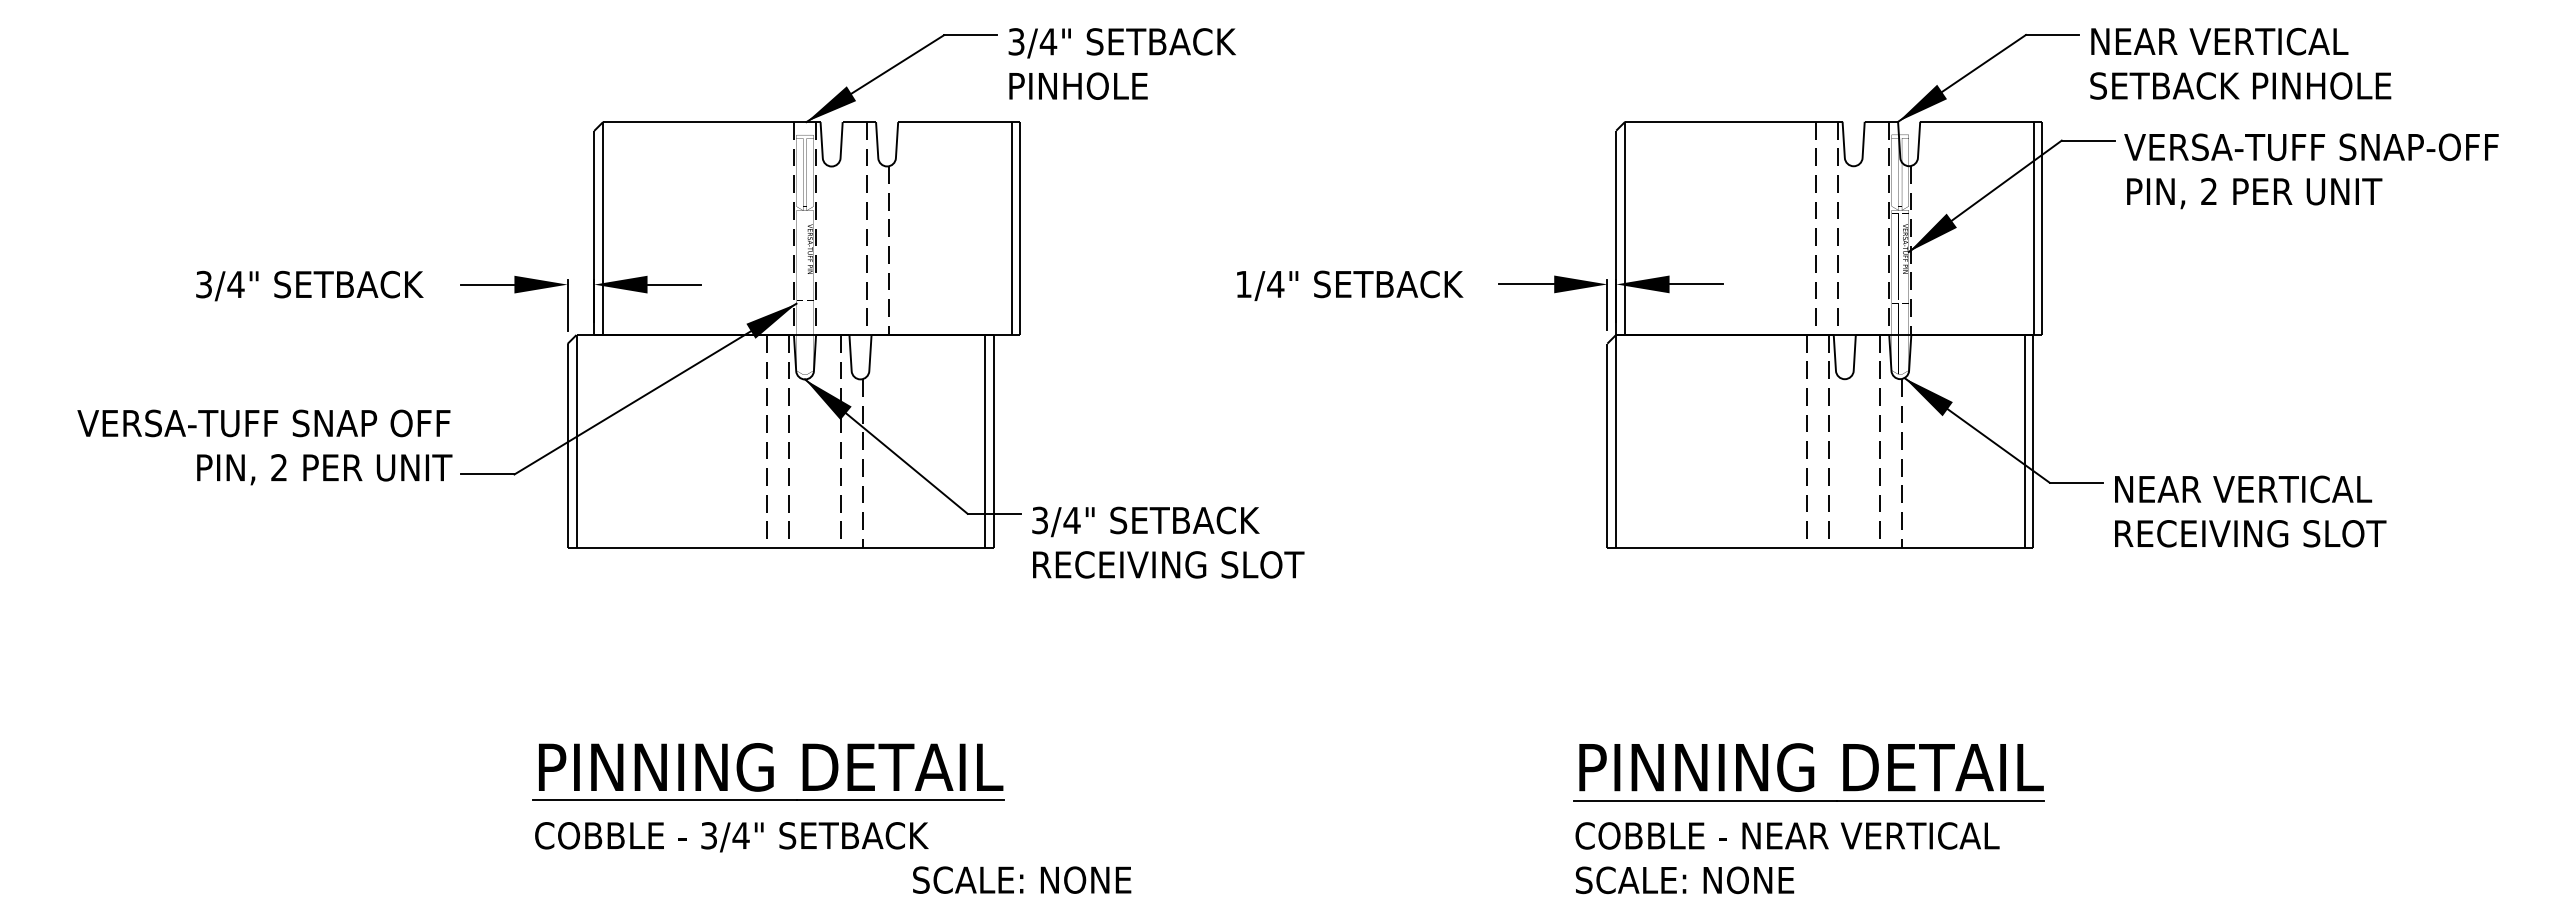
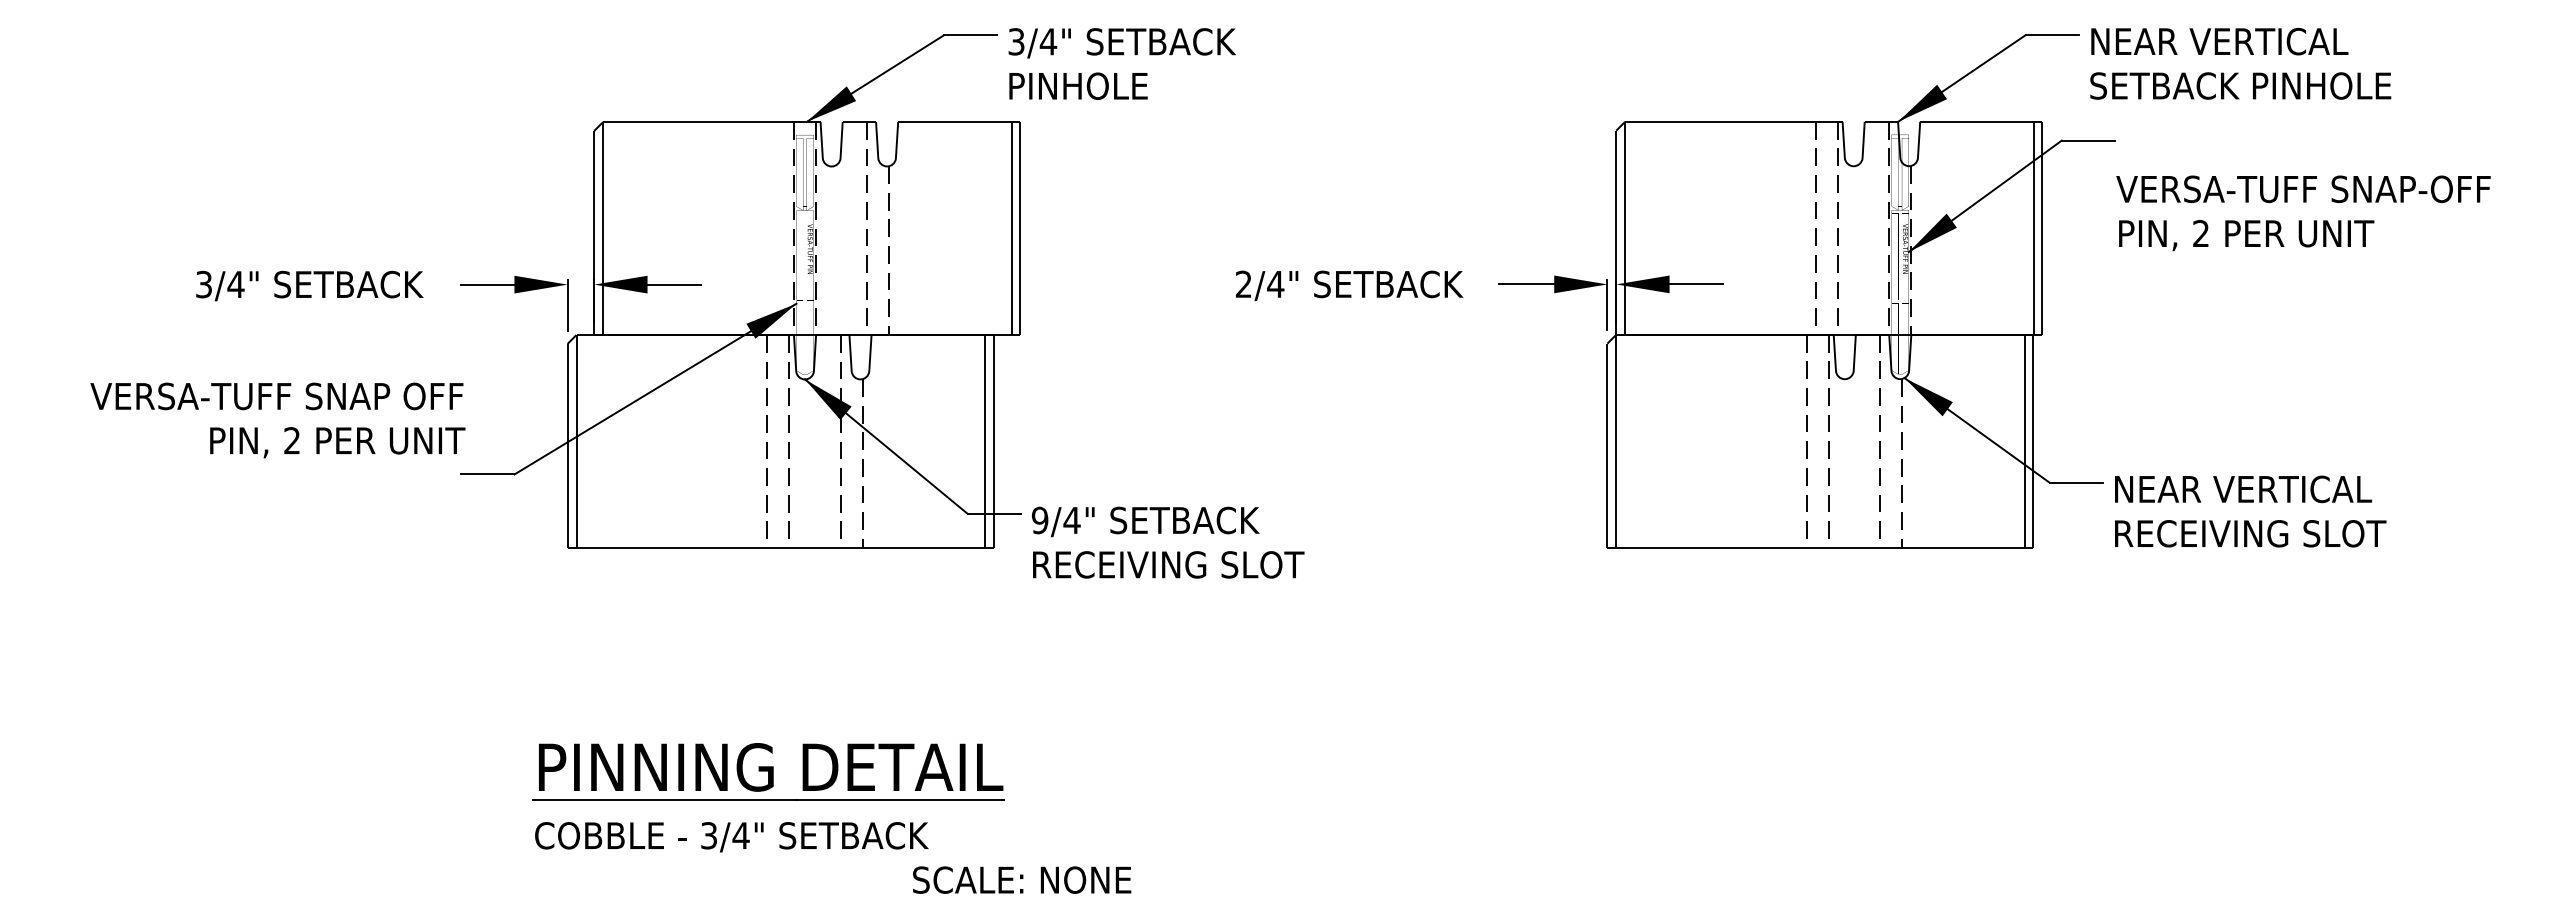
text at (2311, 171) position: (2311, 171) -> (2303, 213)
text at (1243, 283): 1/4" -> 2/4"
text at (264, 447) position: (264, 447) -> (277, 420)
text at (1039, 520): 3/4" -> 9/4"
part at (1808, 818): present -> none
